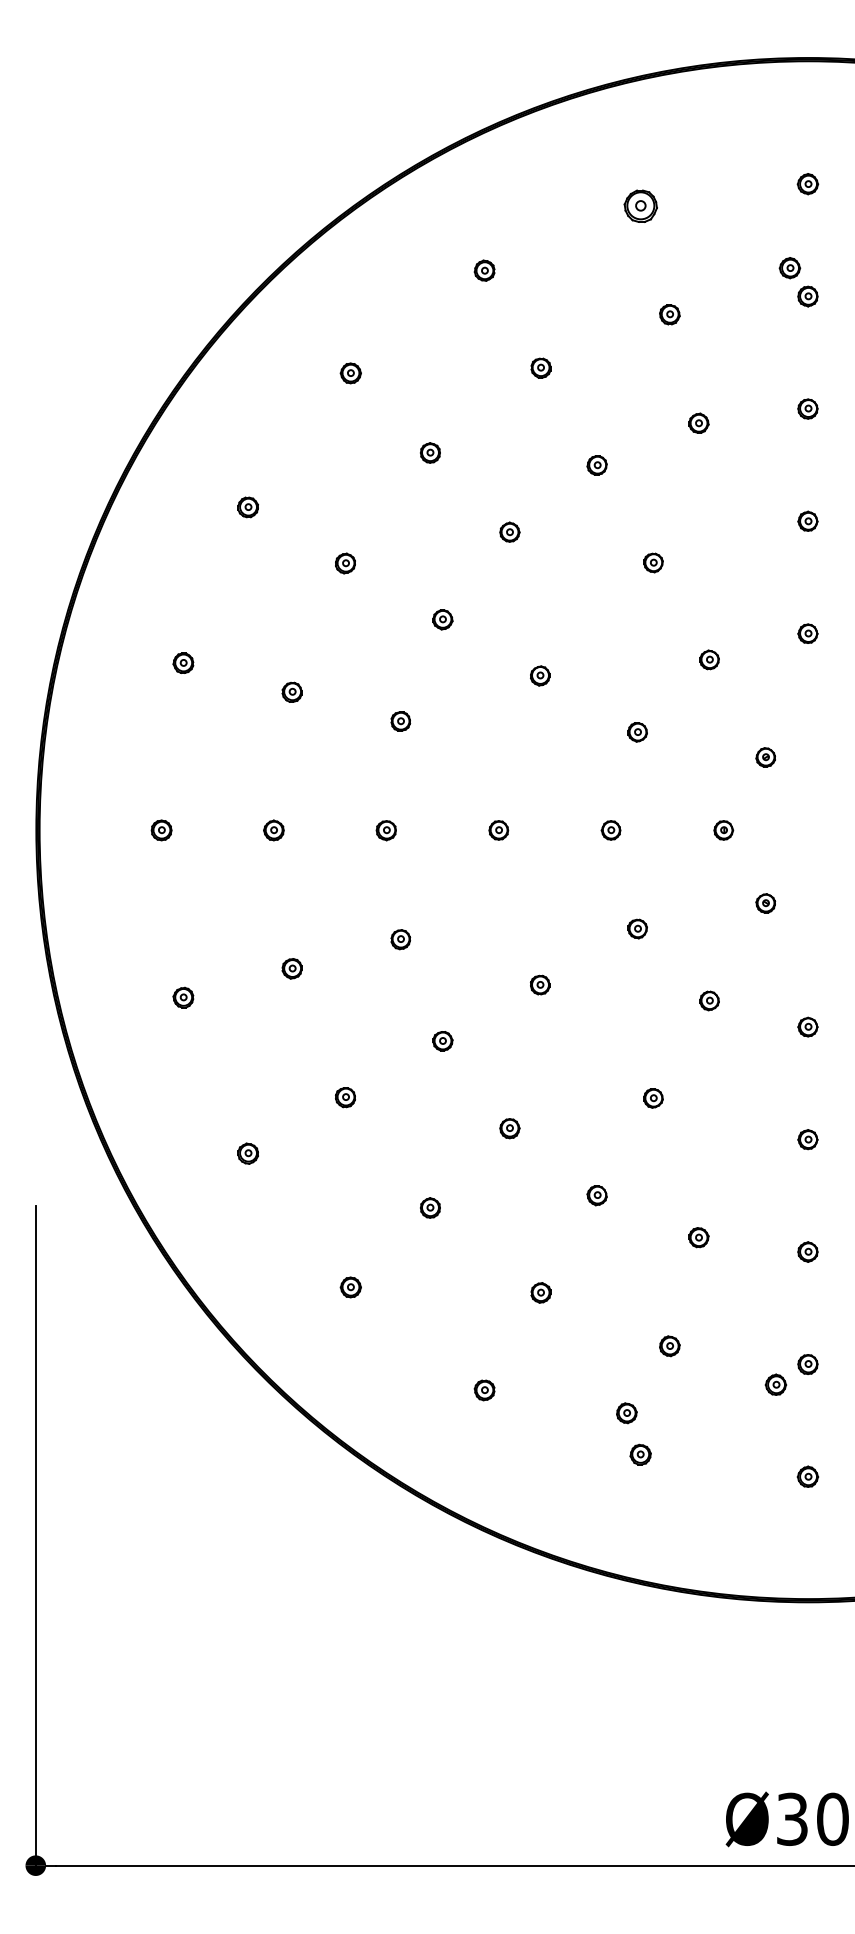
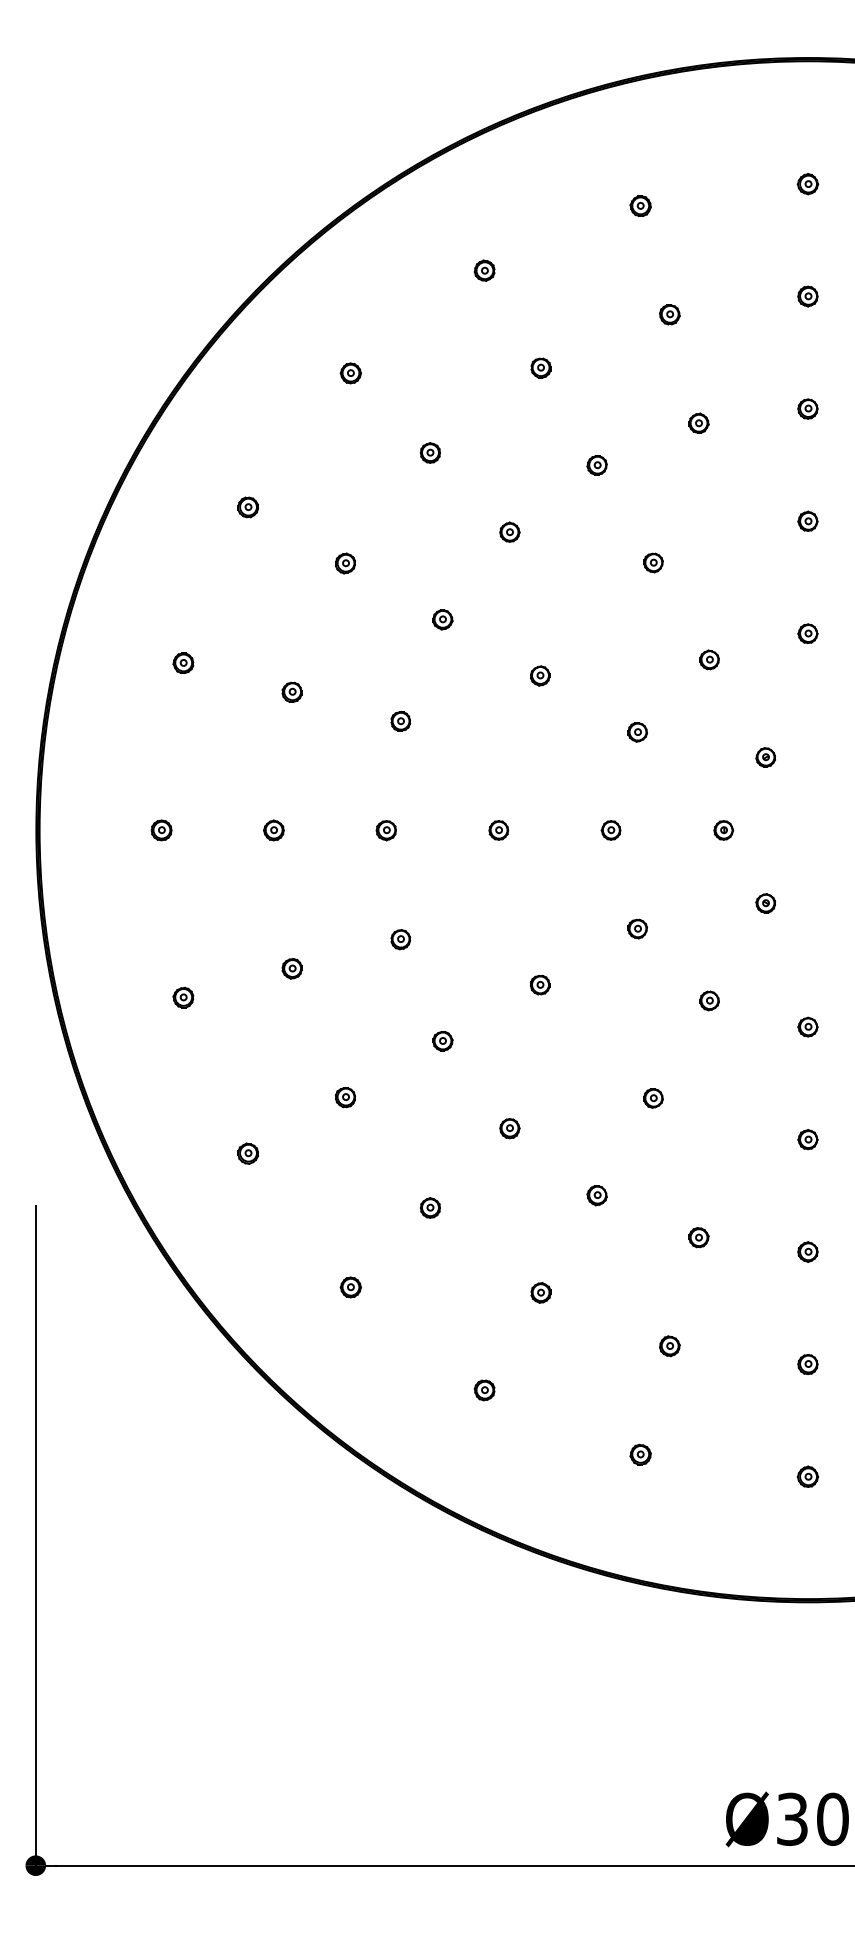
part at (640, 205) size: 35x34 px -> 23x22 px
part at (789, 268): present -> none
part at (775, 1384): present -> none
part at (626, 1413): present -> none
